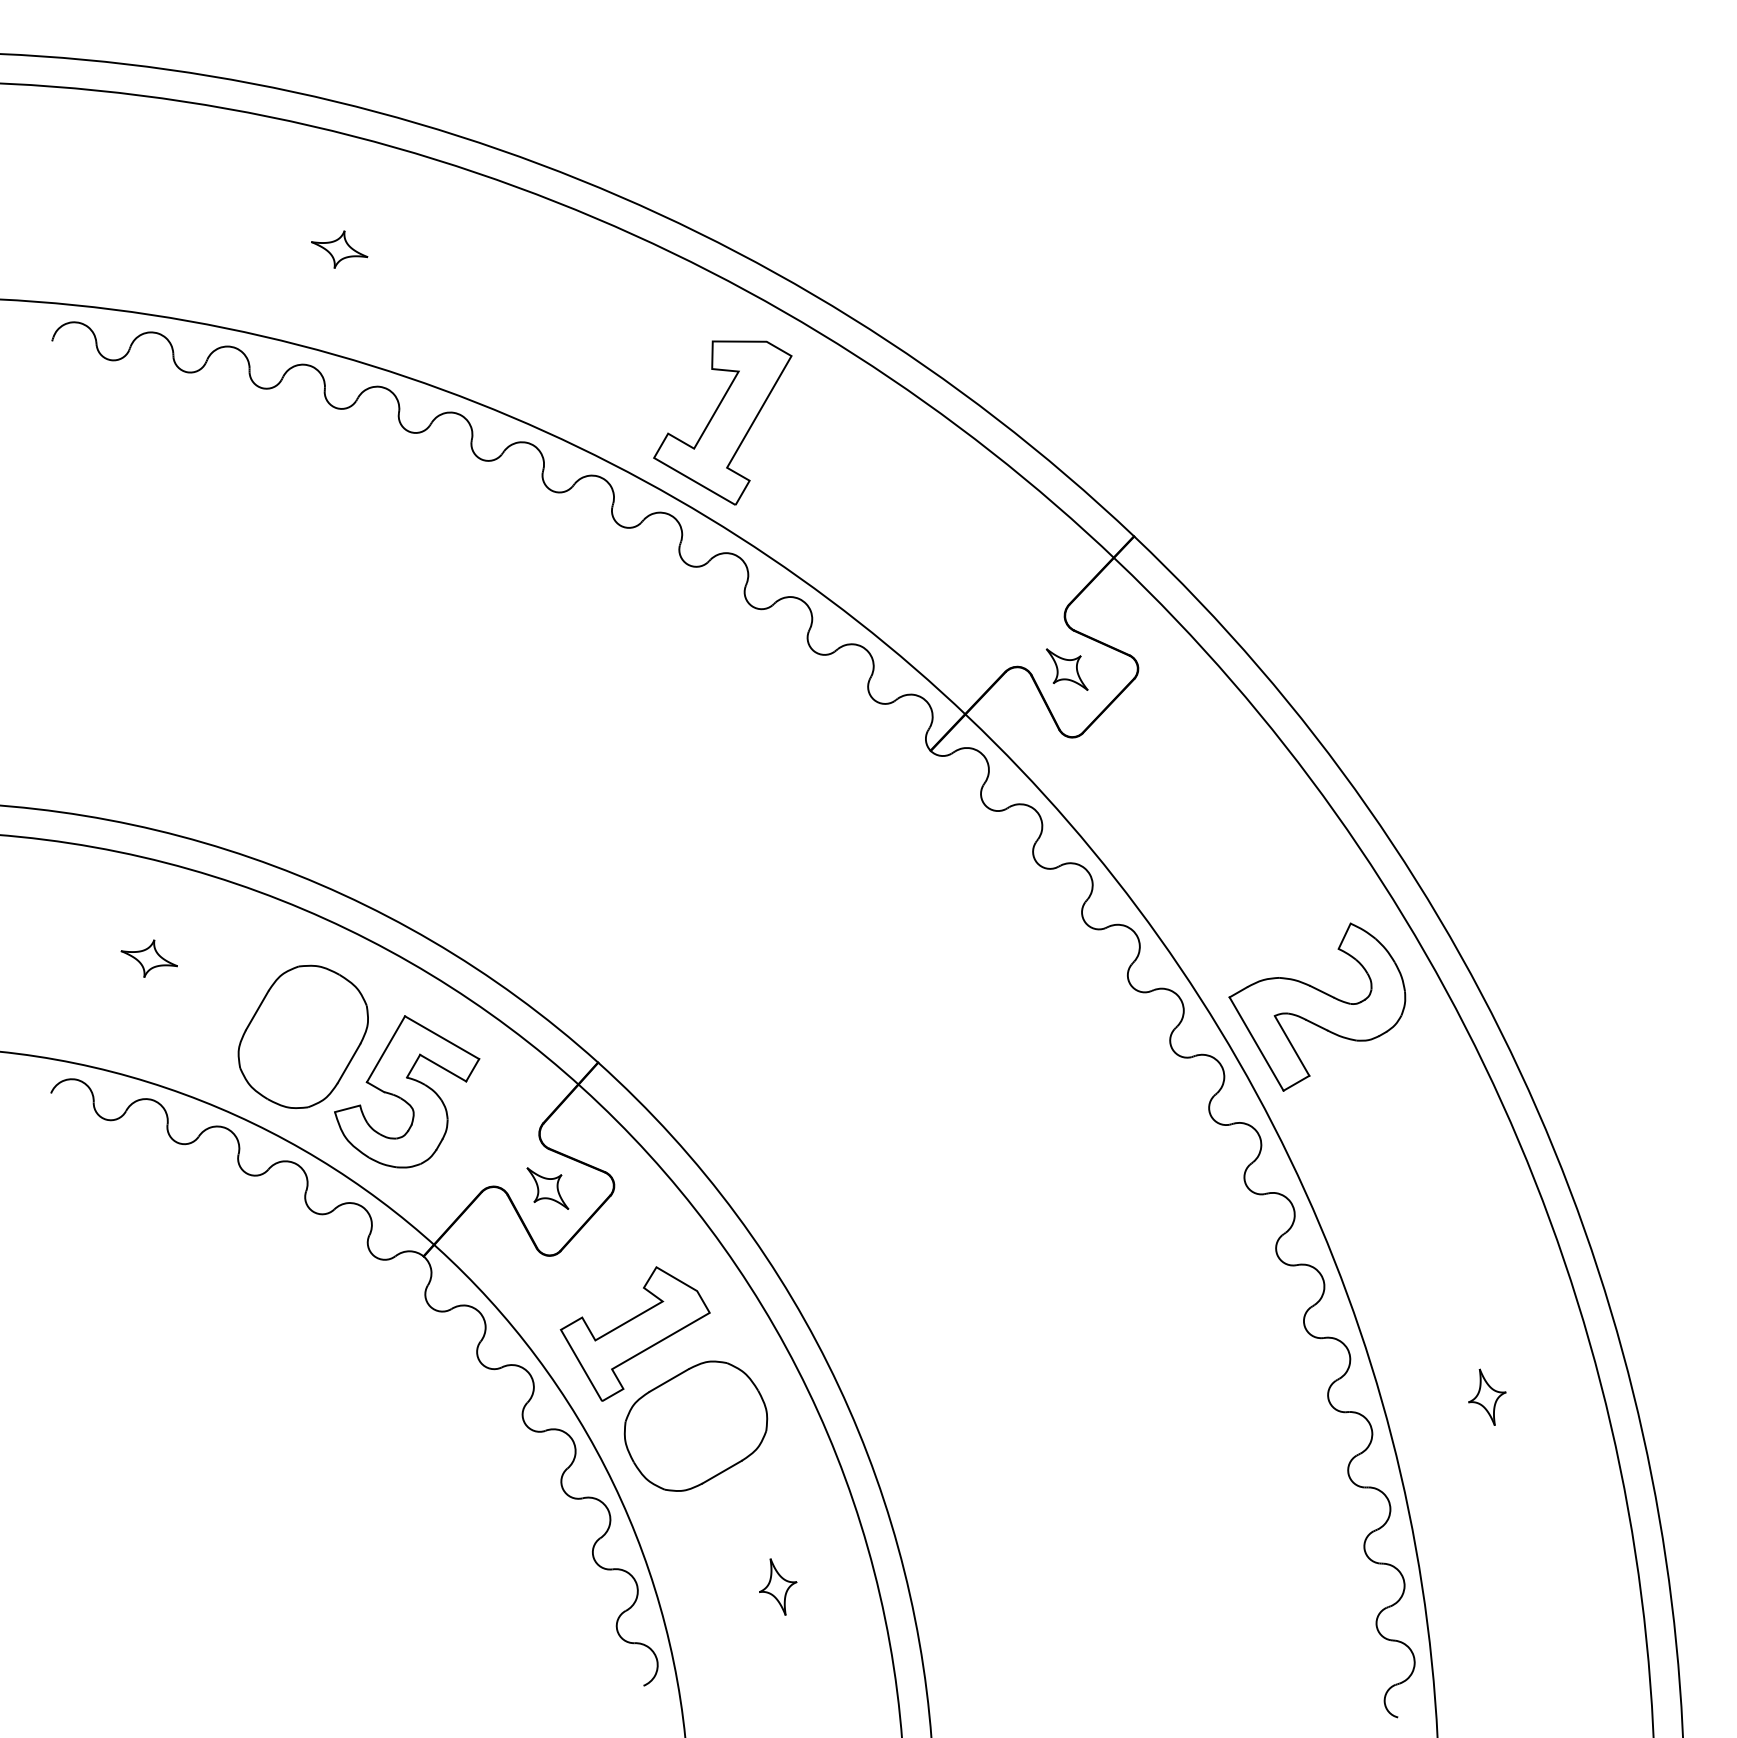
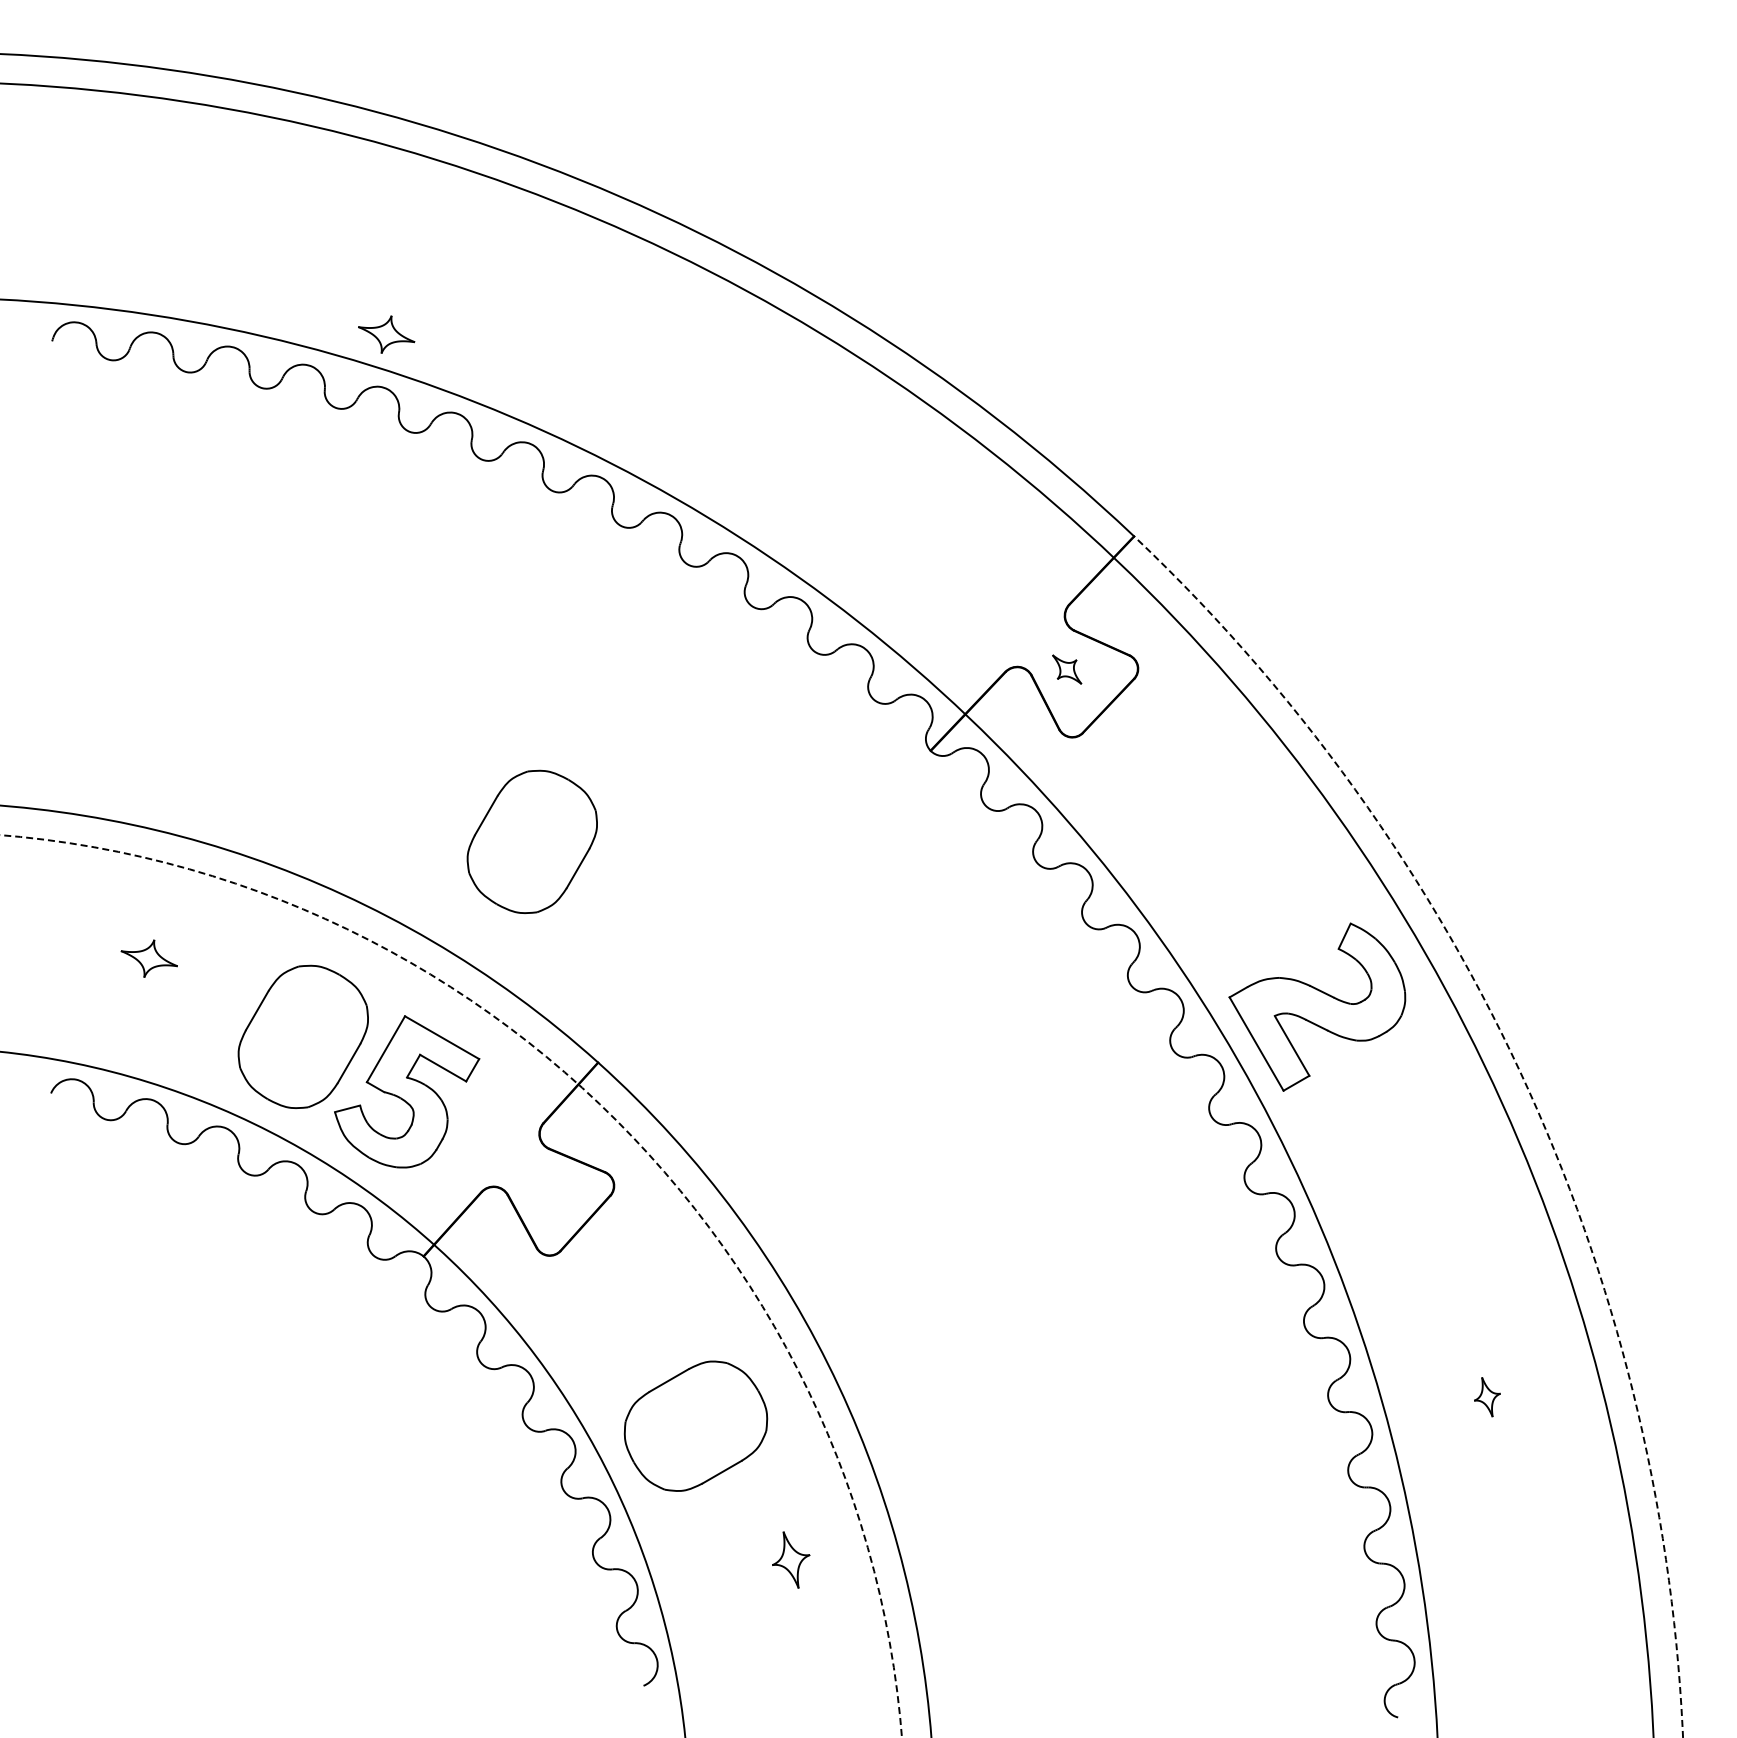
part at (339, 249) position: (339, 249) -> (386, 334)
part at (722, 422): present -> none
part at (1066, 669) size: 44x43 px -> 31x31 px
part at (531, 841): none -> present
arc at (1525, 1083): solid -> dashed
part at (547, 1188): present -> none
circle at (450, 1286): solid -> dashed
part at (634, 1333): present -> none
part at (1487, 1396) size: 39x58 px -> 27x41 px
part at (778, 1586) position: (778, 1586) -> (791, 1559)
